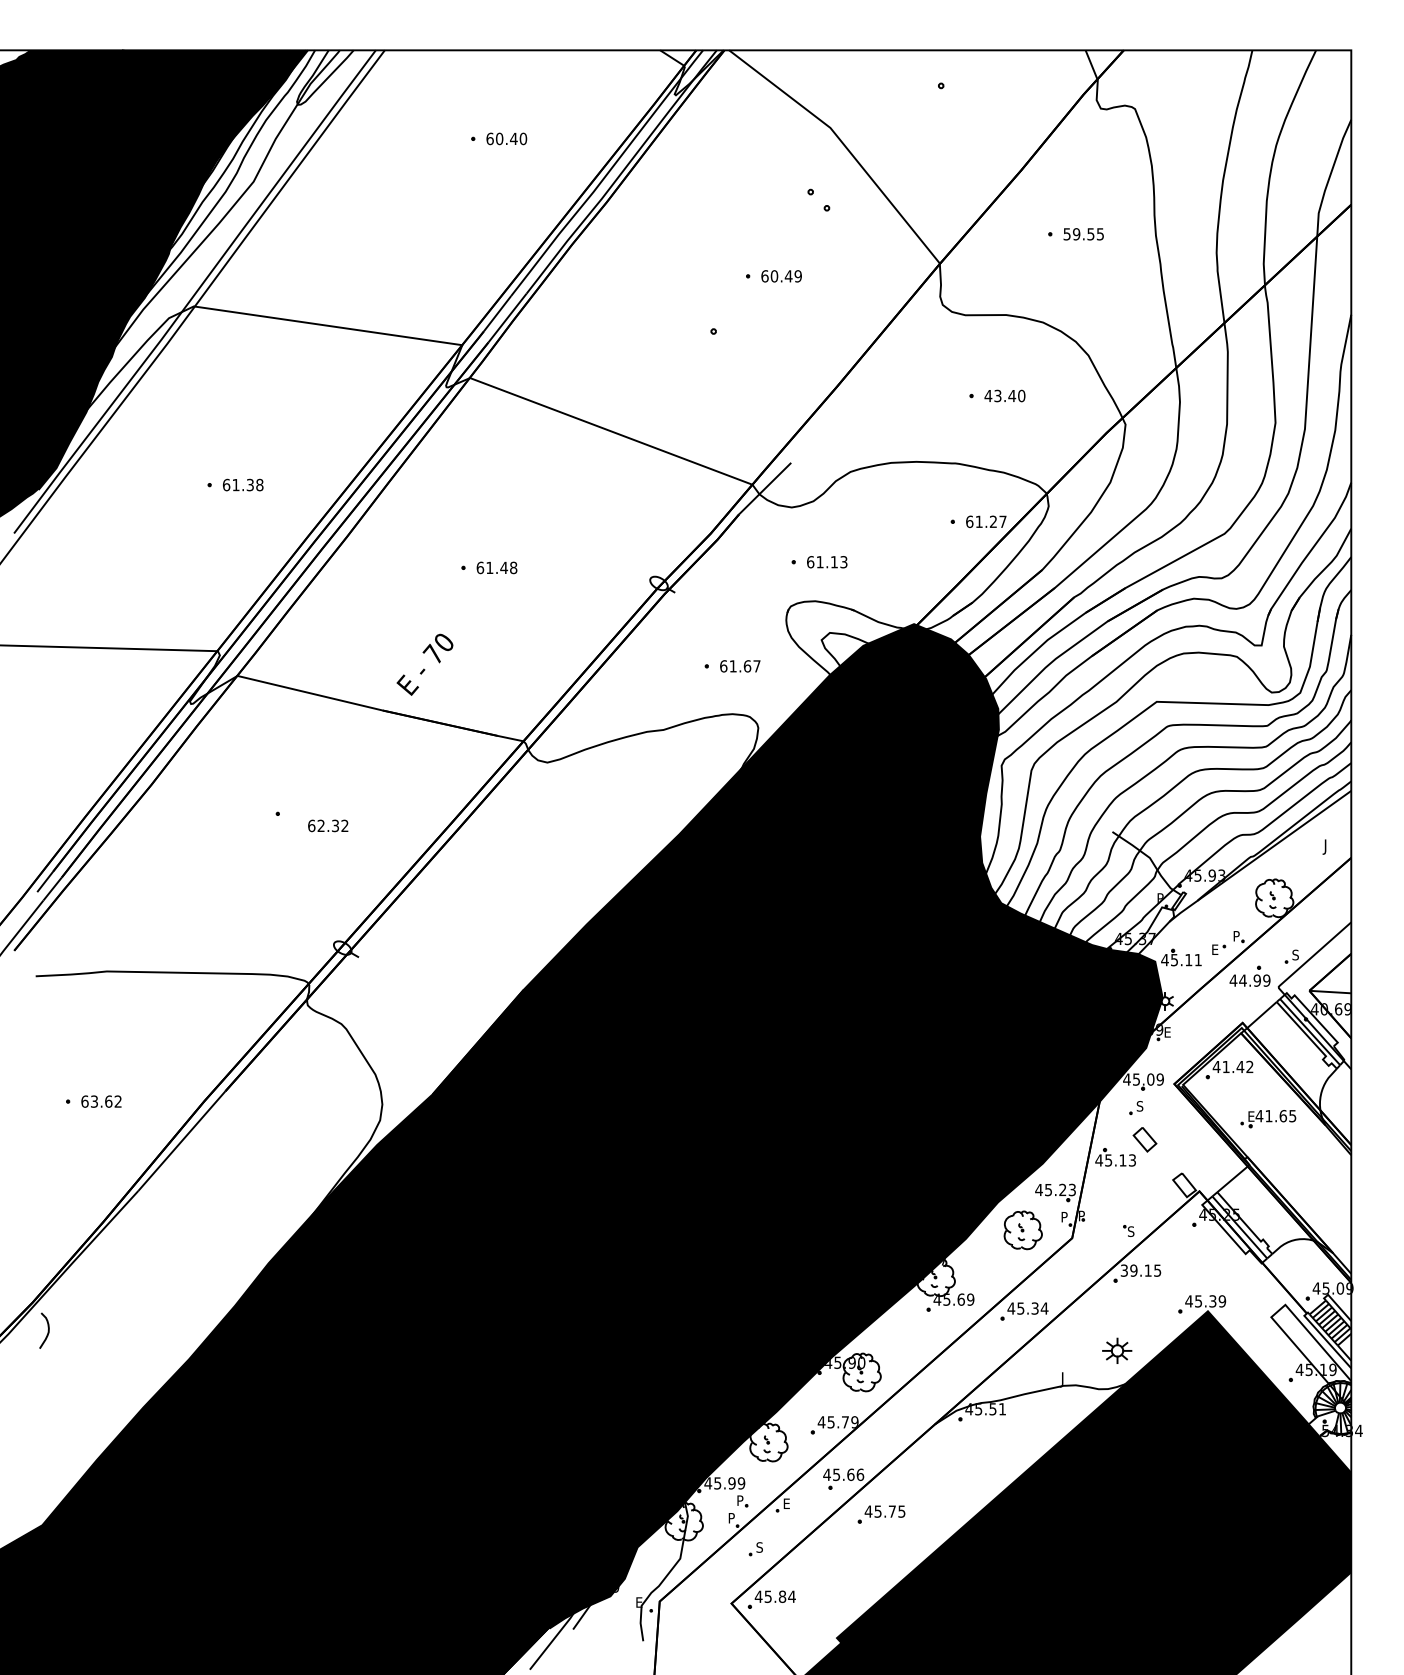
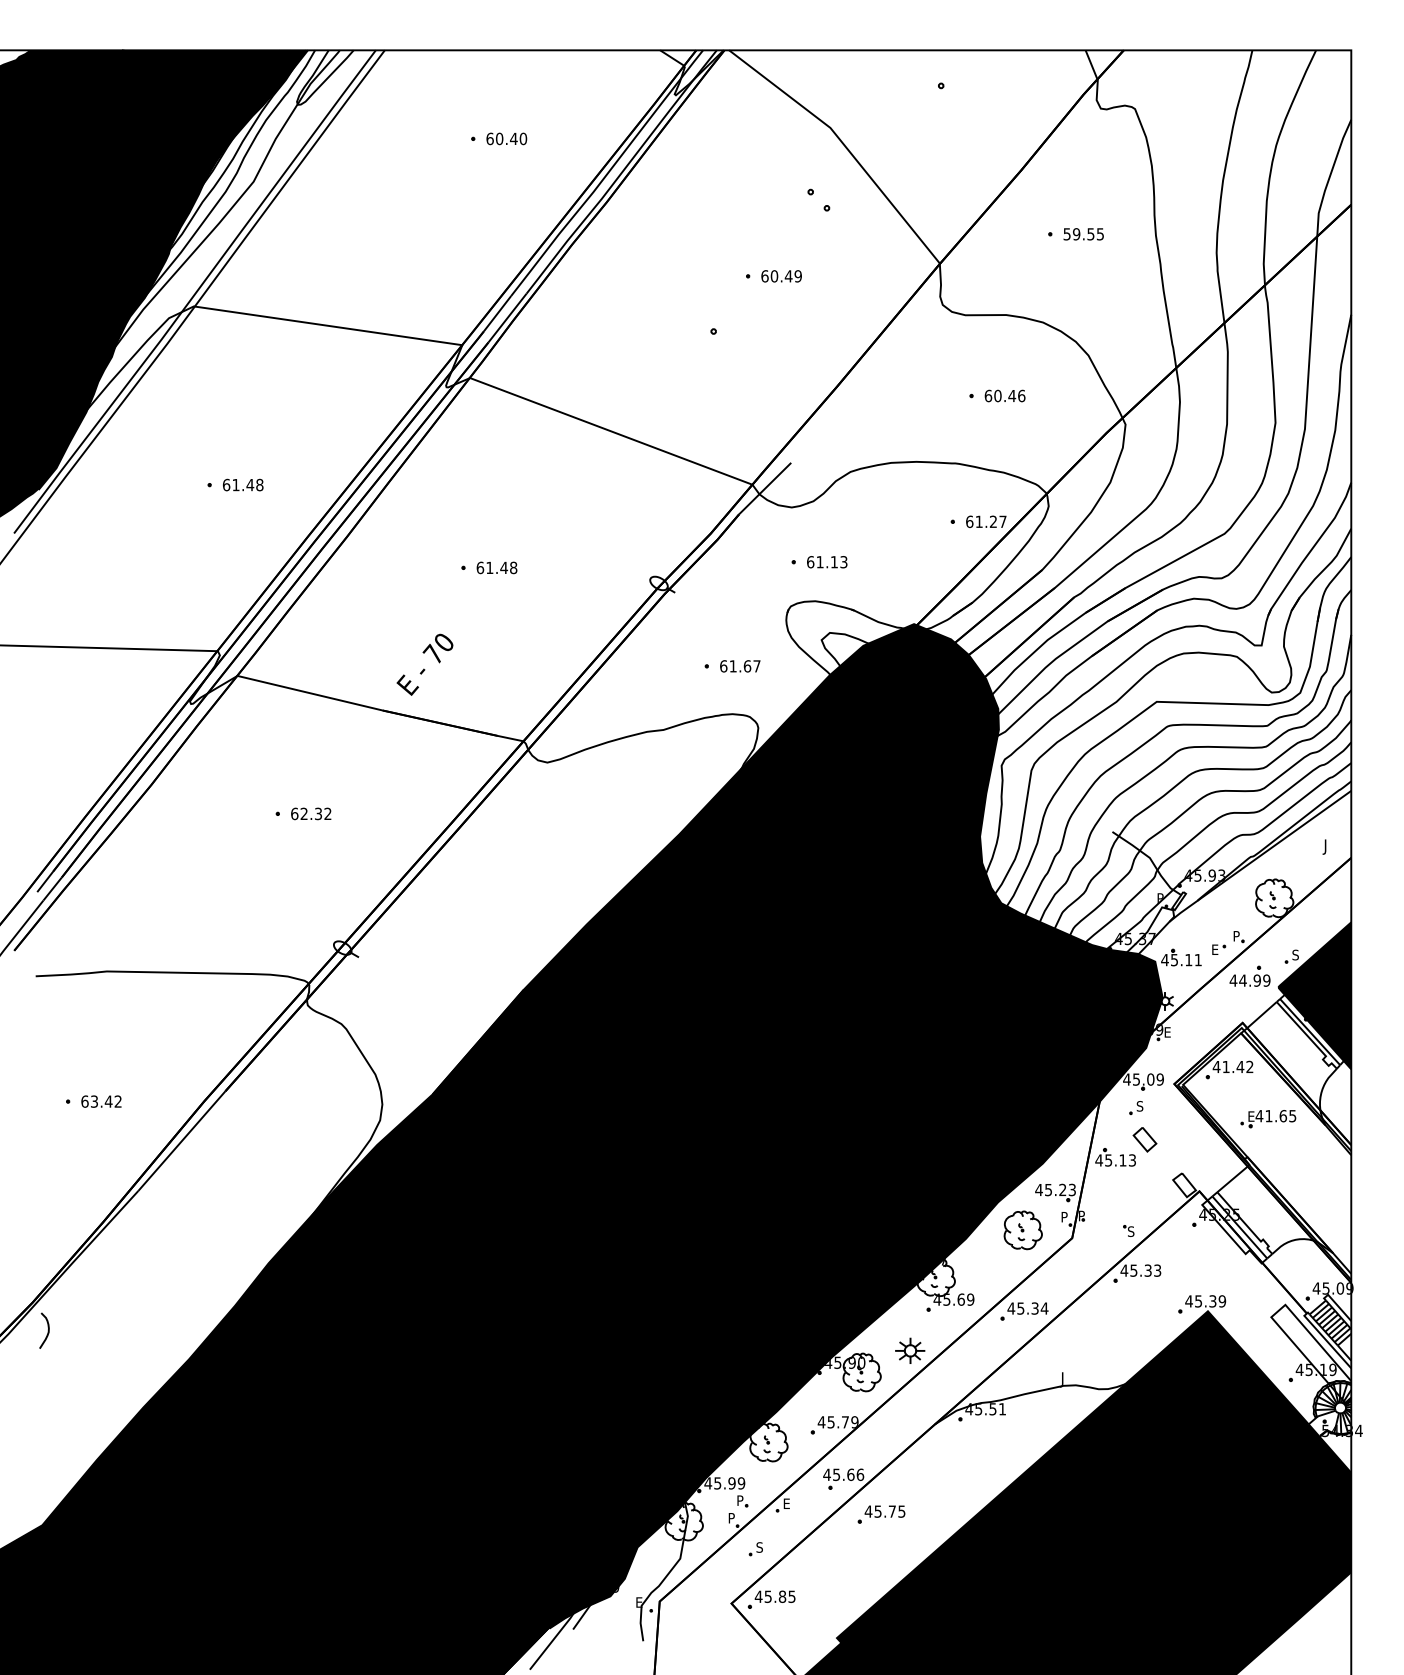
text at (1004, 395): 43.40 -> 60.46
text at (250, 484): 61.38 -> 61.48
text at (328, 825) position: (328, 825) -> (311, 813)
fill at (1314, 995): none -> present
text at (108, 1101): 63.62 -> 63.42
text at (1140, 1270): 39.15 -> 45.33
part at (1117, 1350) position: (1117, 1350) -> (910, 1350)
text at (791, 1596): 45.84 -> 45.85
